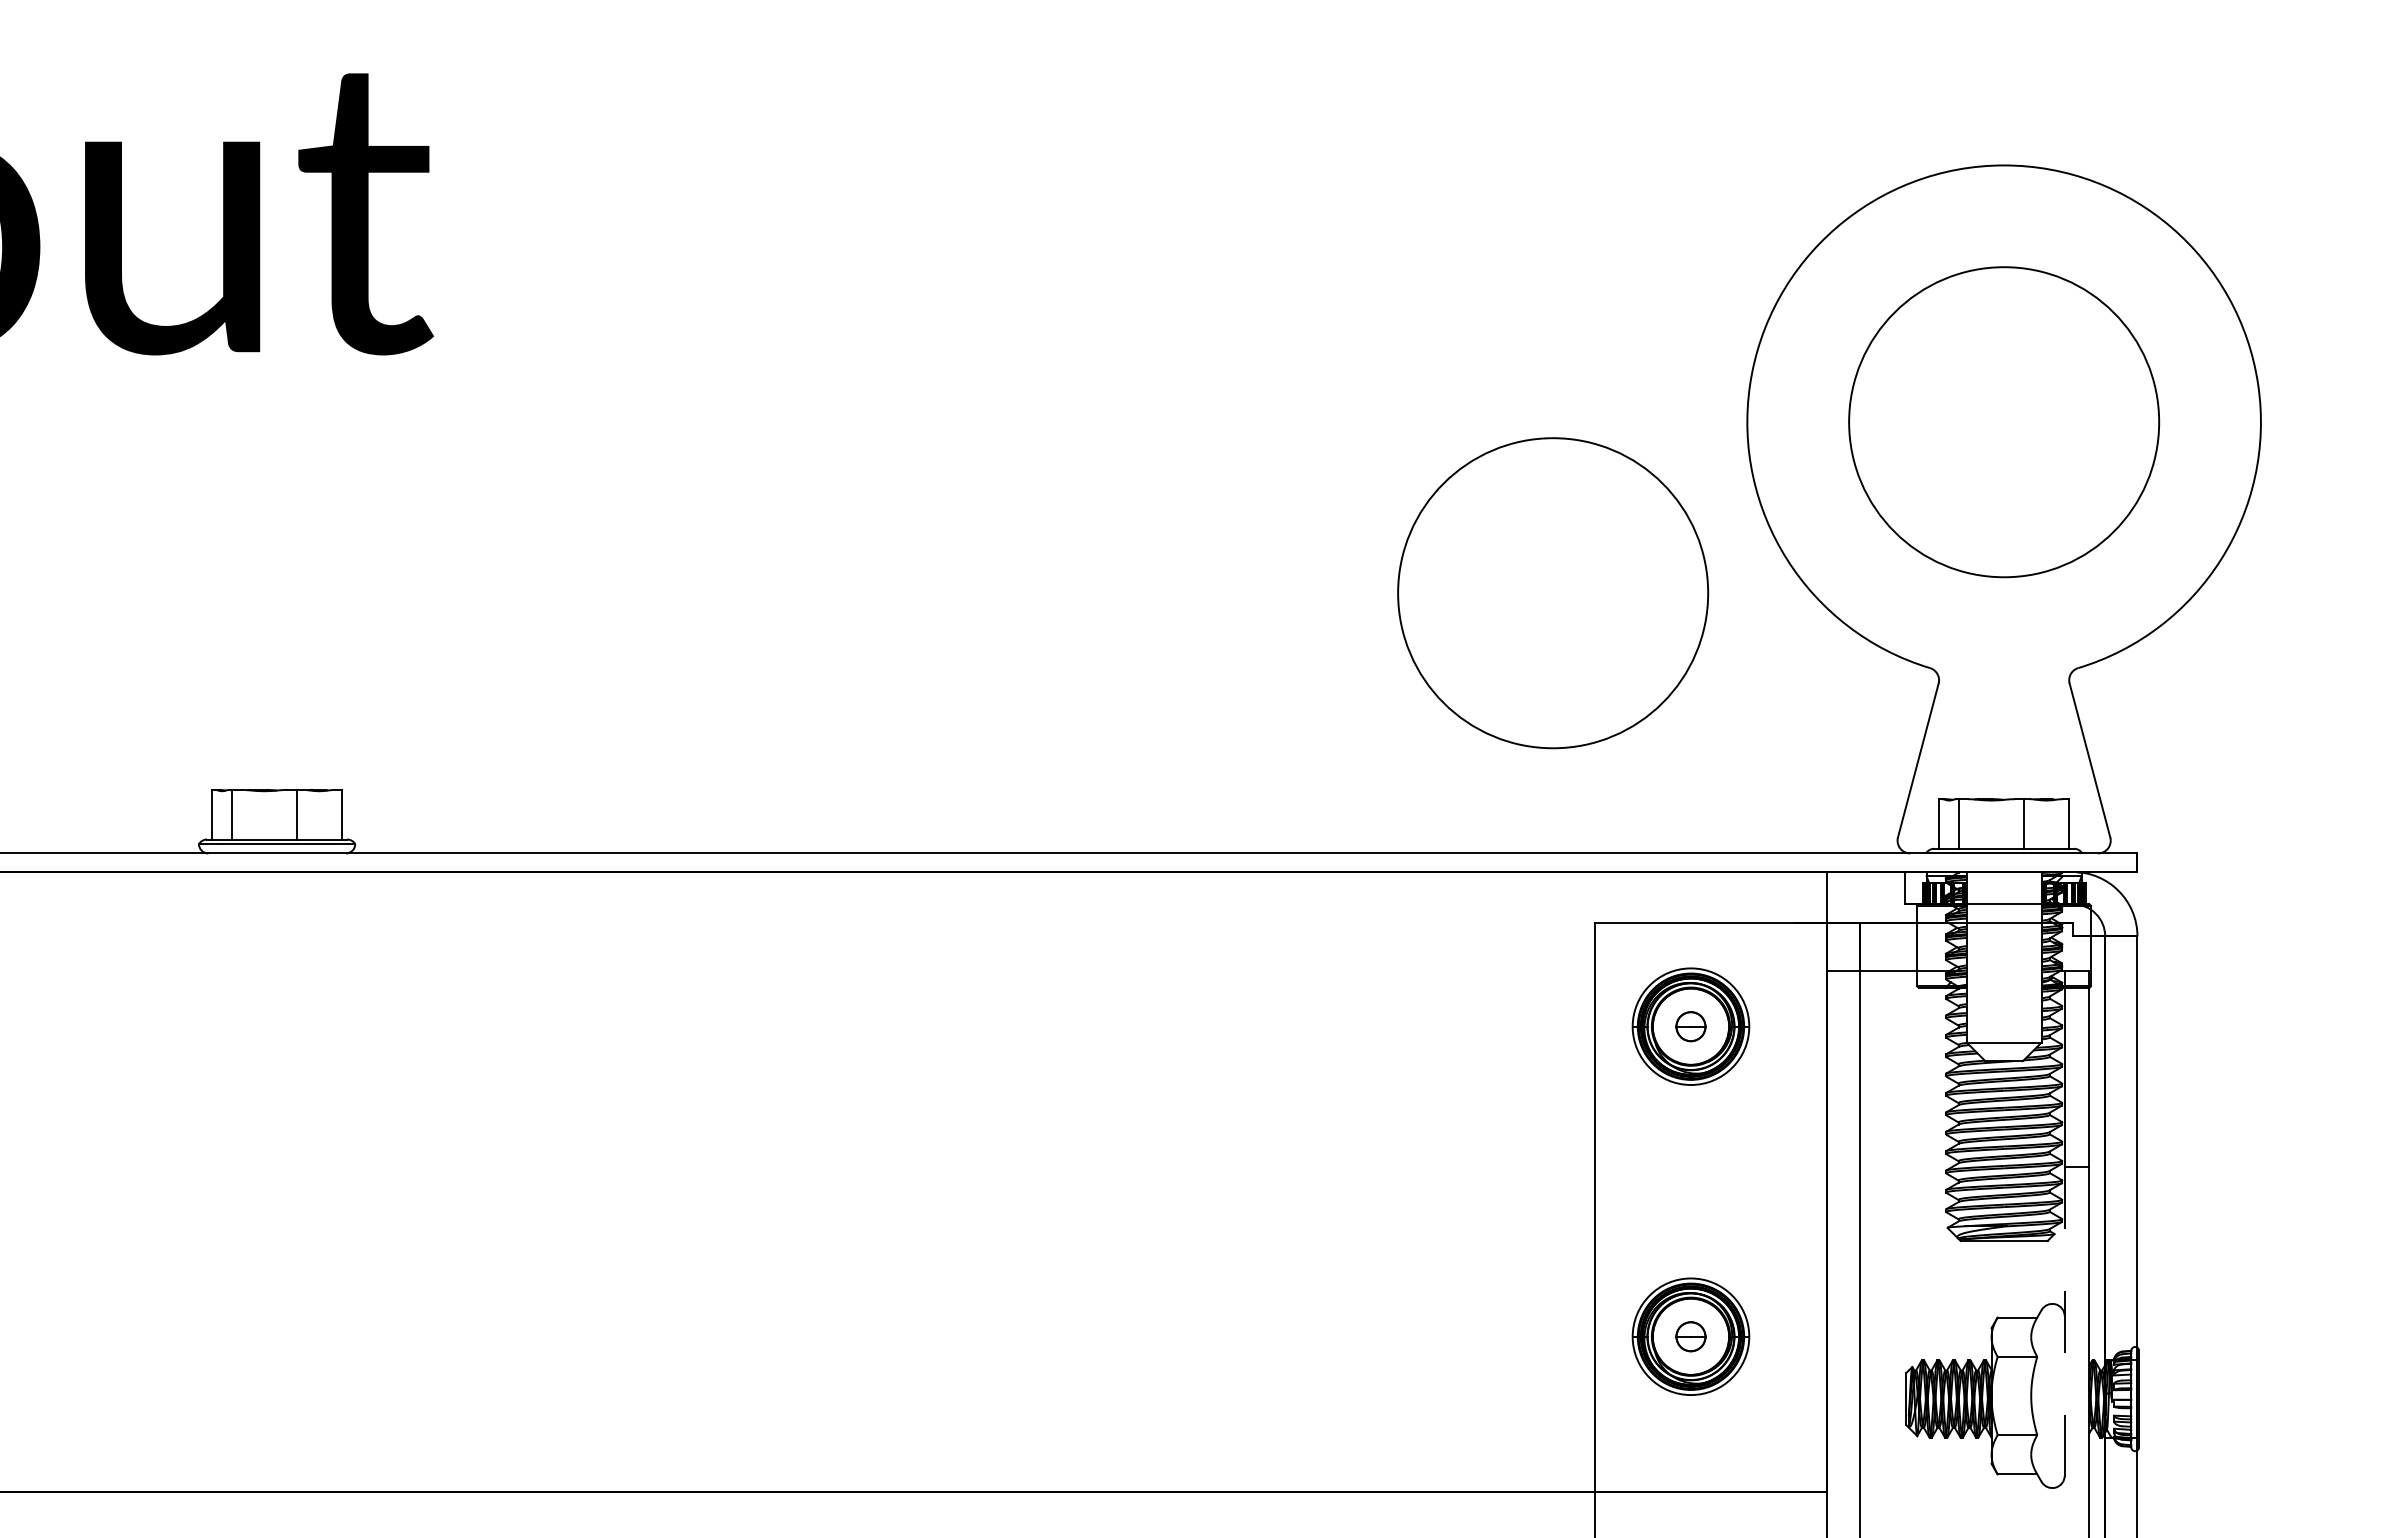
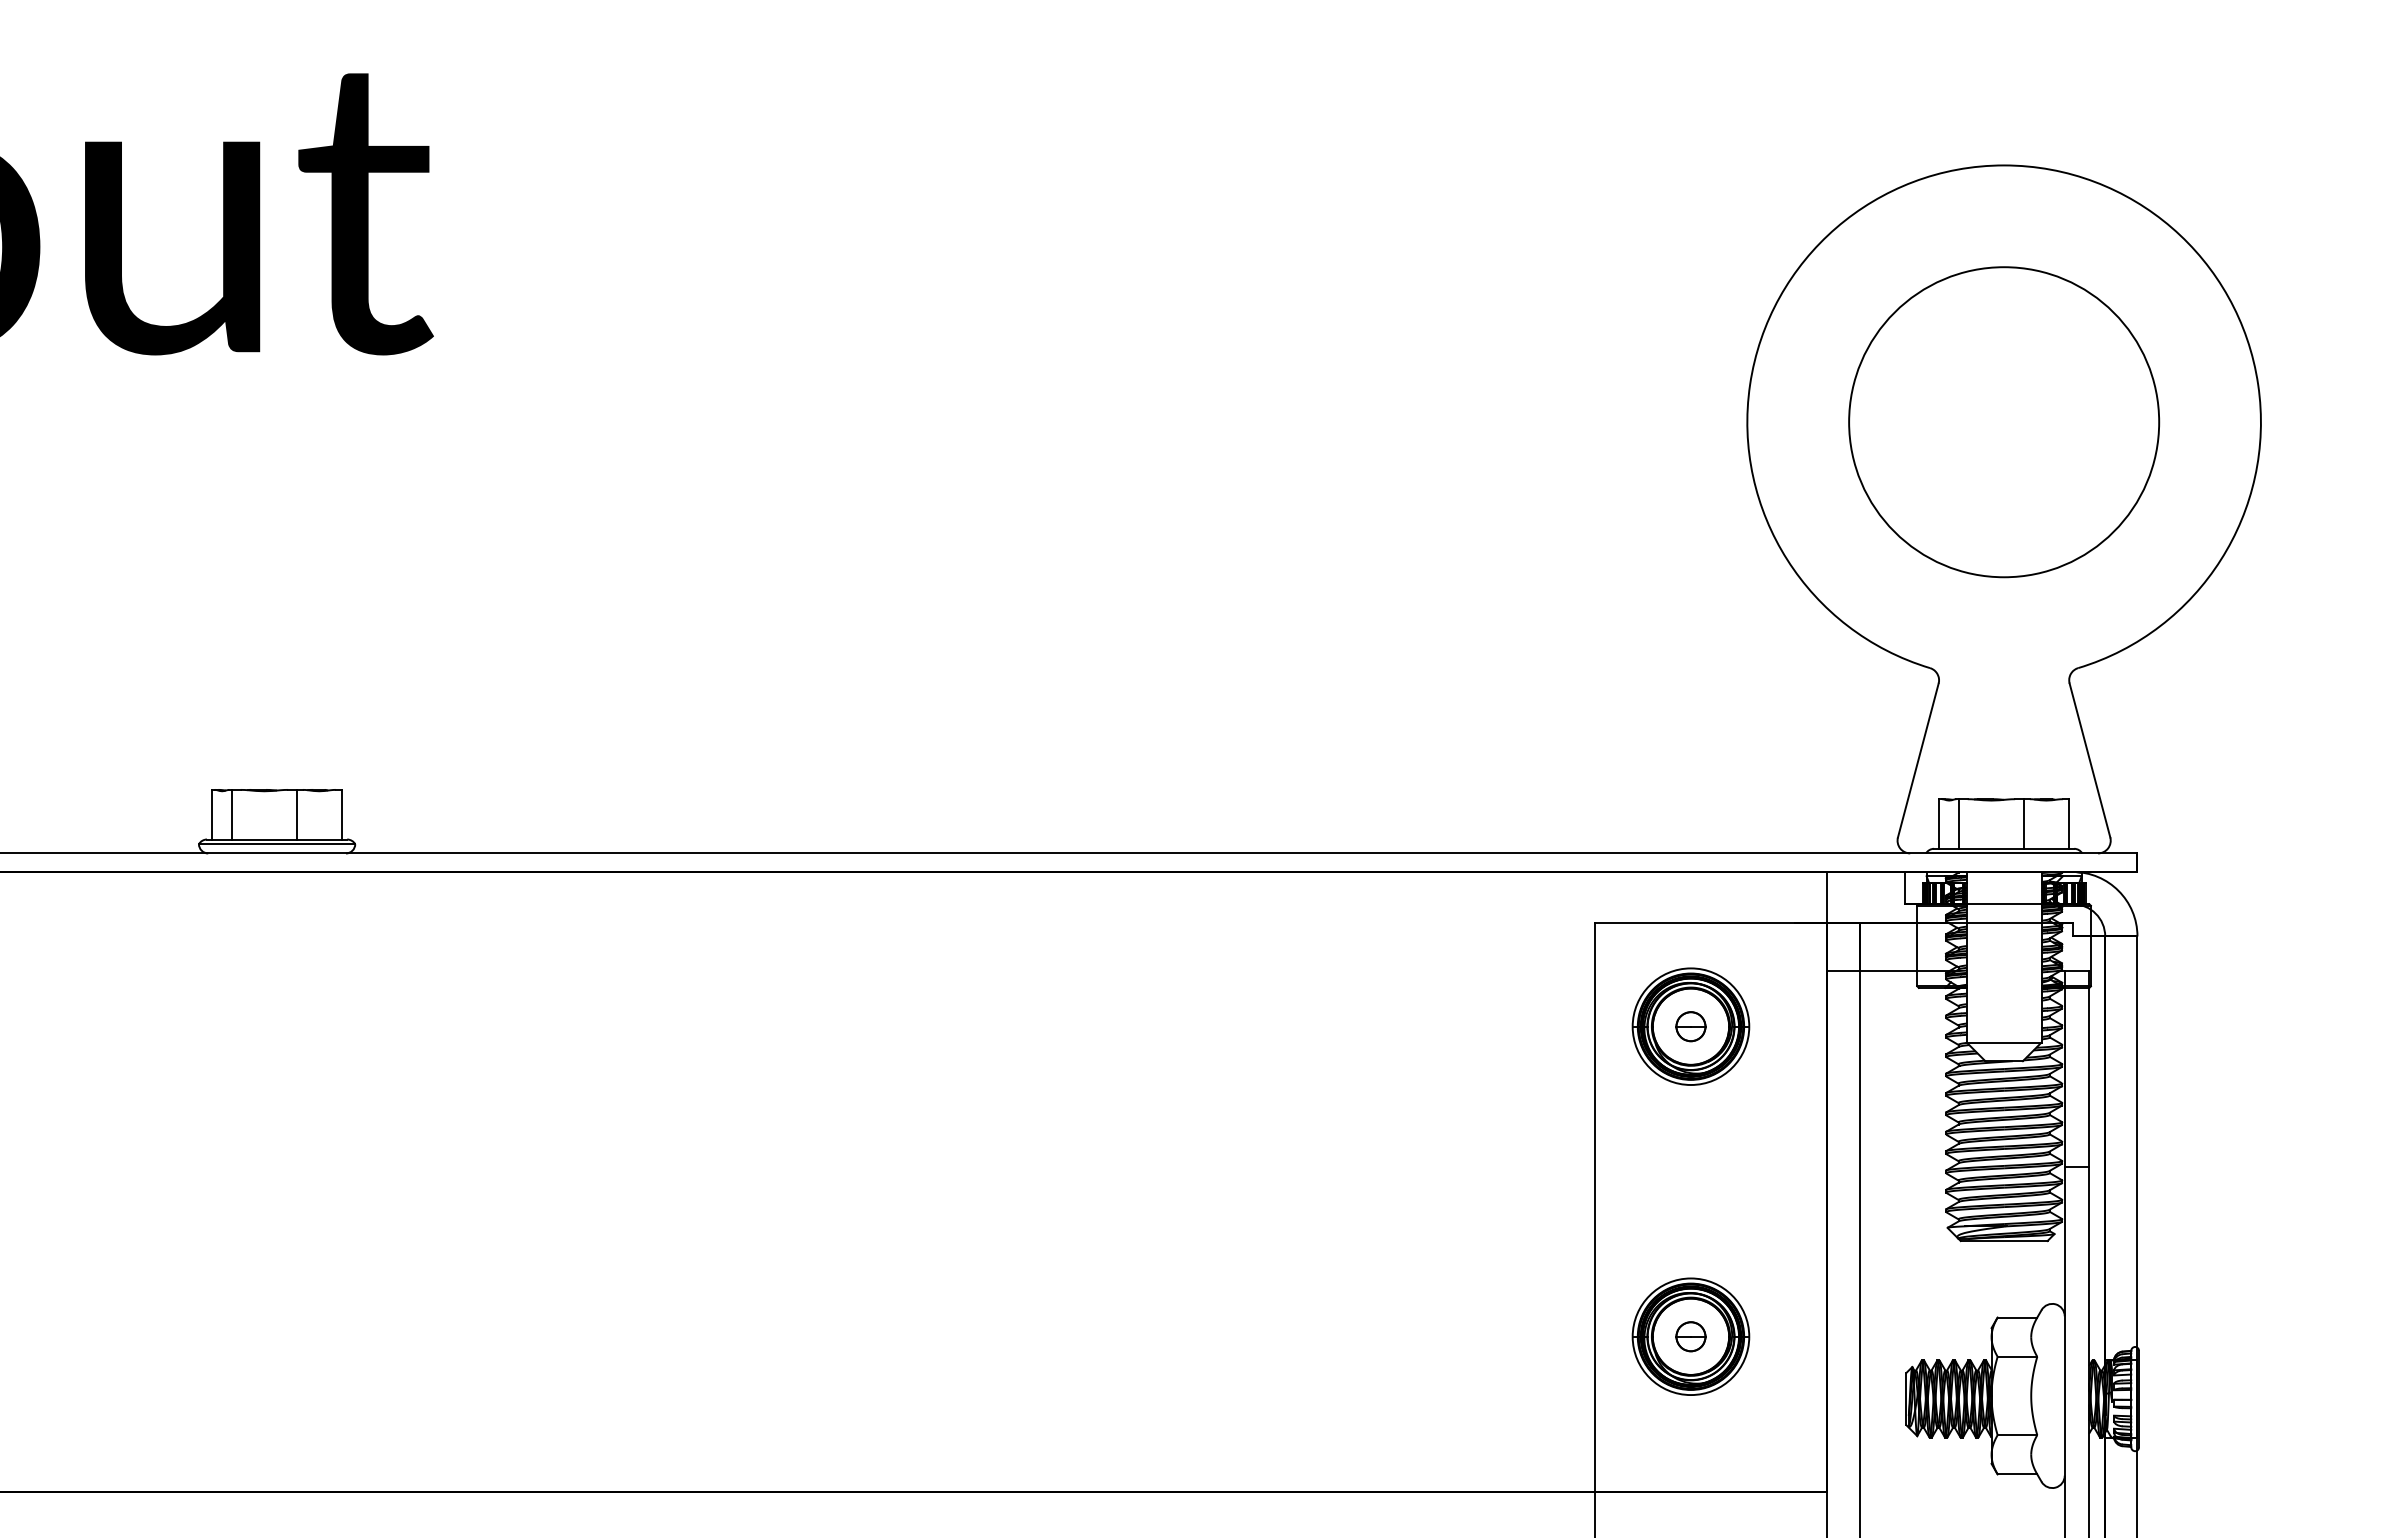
circle at (1553, 593): present -> none
line at (2064, 1352): dashed -> solid
